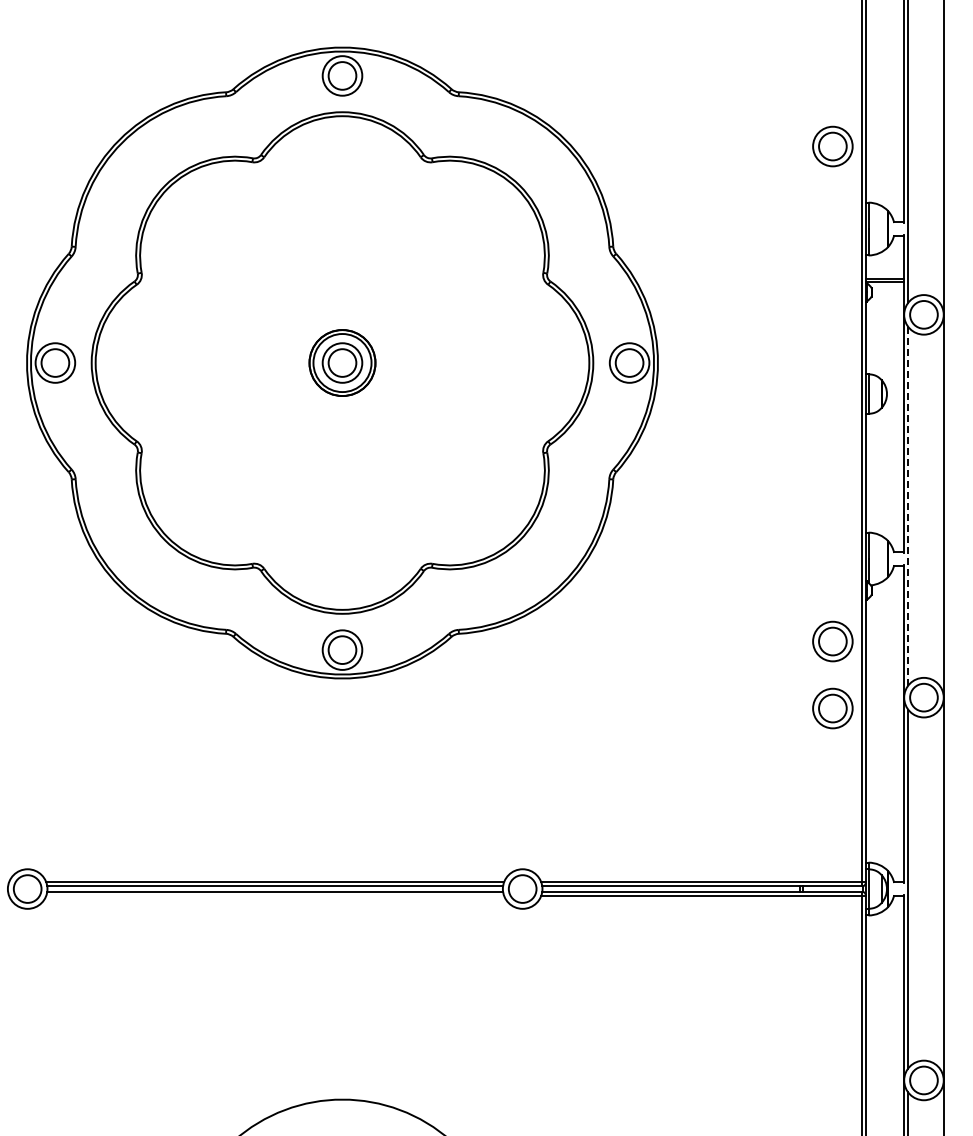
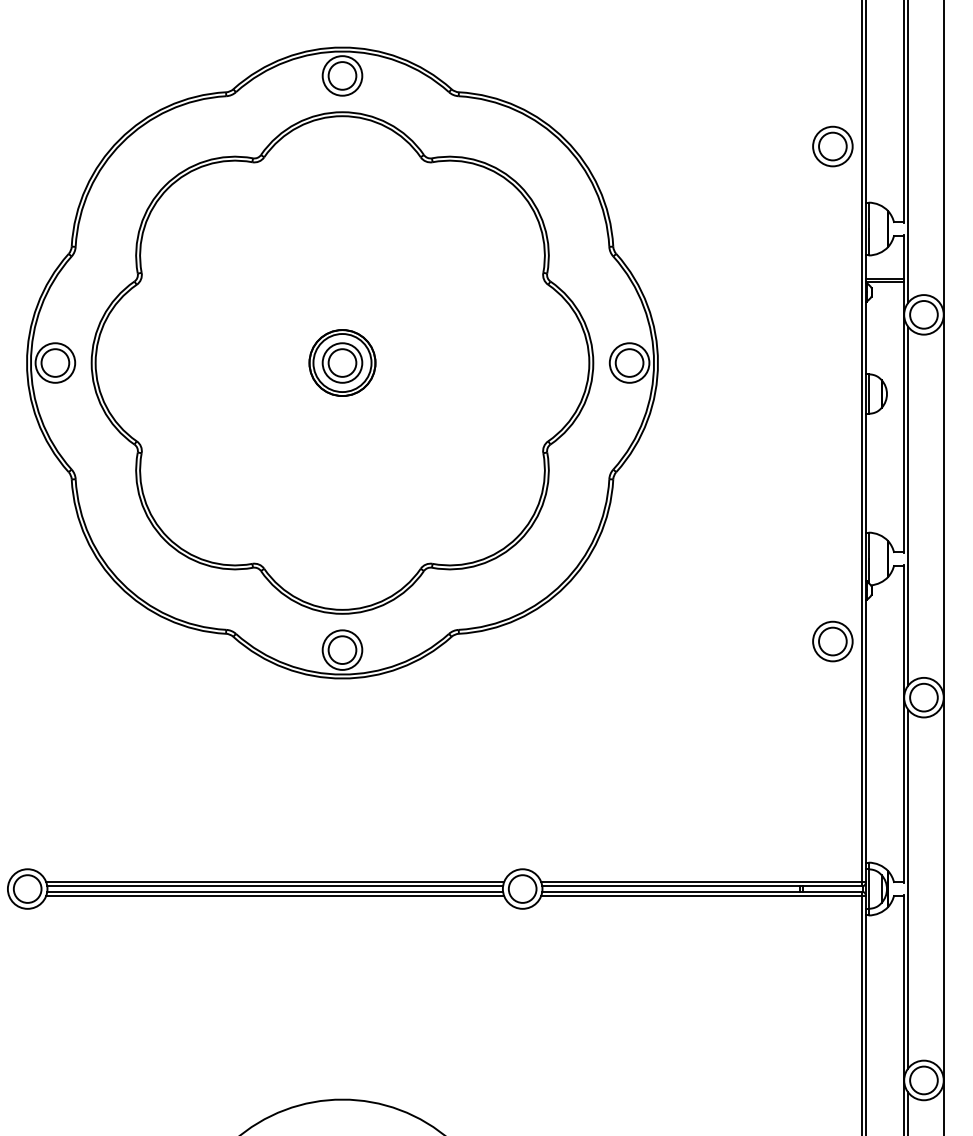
line at (908, 506): dashed -> solid
part at (832, 708): present -> none
line at (275, 895): none -> present
